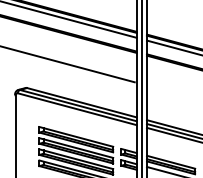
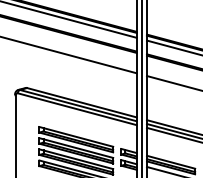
line at (68, 64) position: (68, 64) -> (69, 55)
line at (172, 83): none -> present
